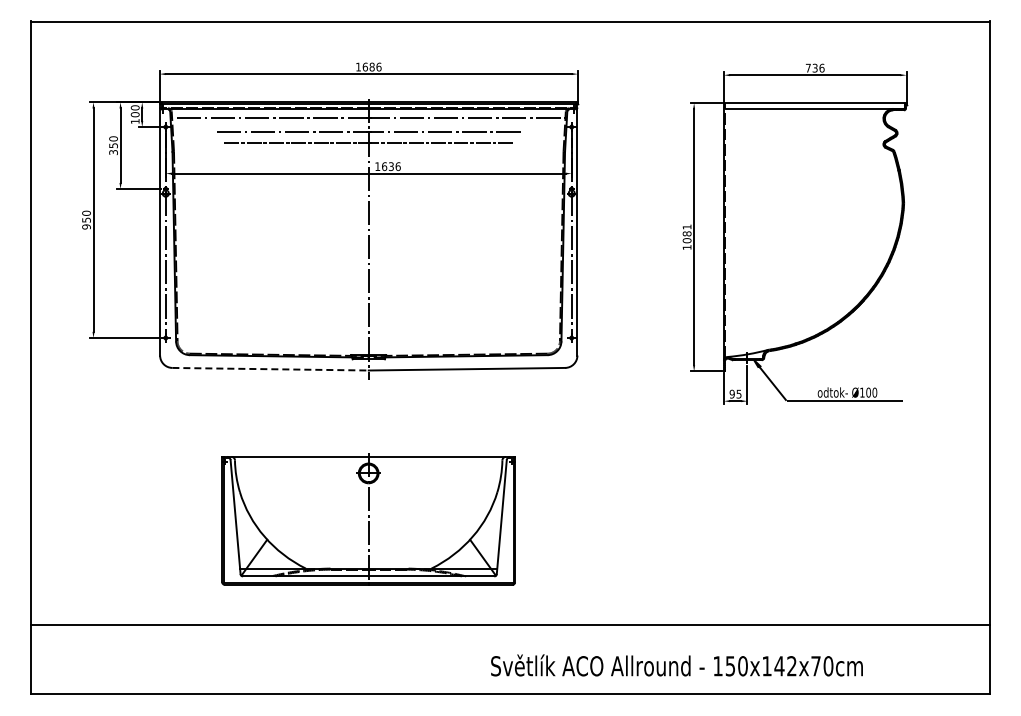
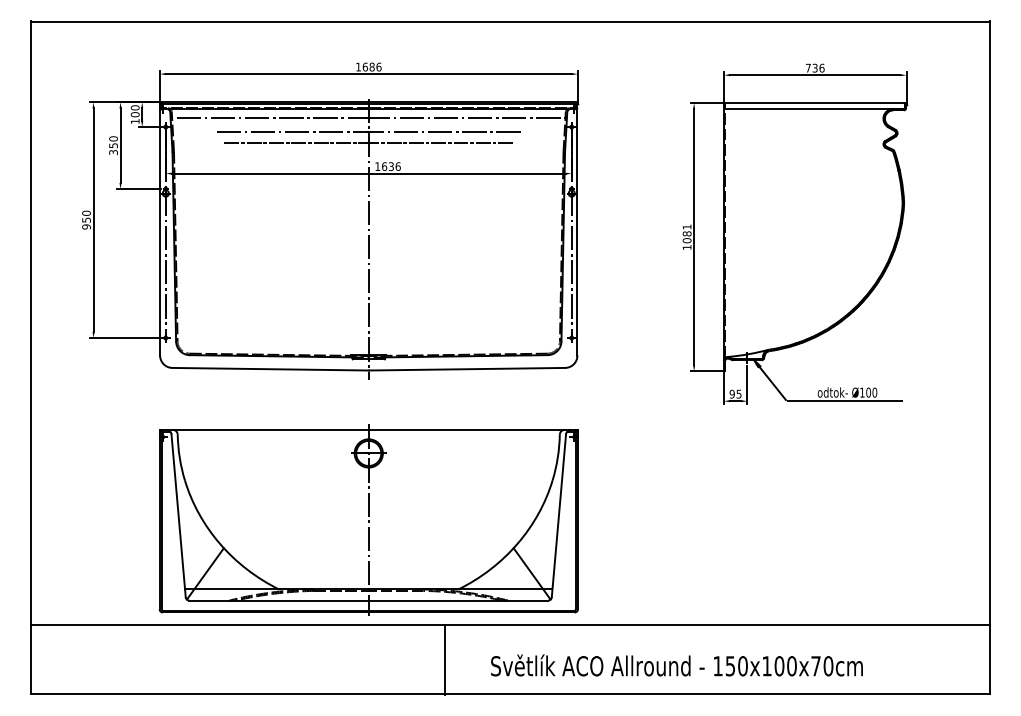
line at (271, 369): dashed -> solid
part at (368, 519) size: 295x133 px -> 421x192 px
line at (444, 659): none -> present
text at (785, 666): 150x142x70cm -> 150x100x70cm
